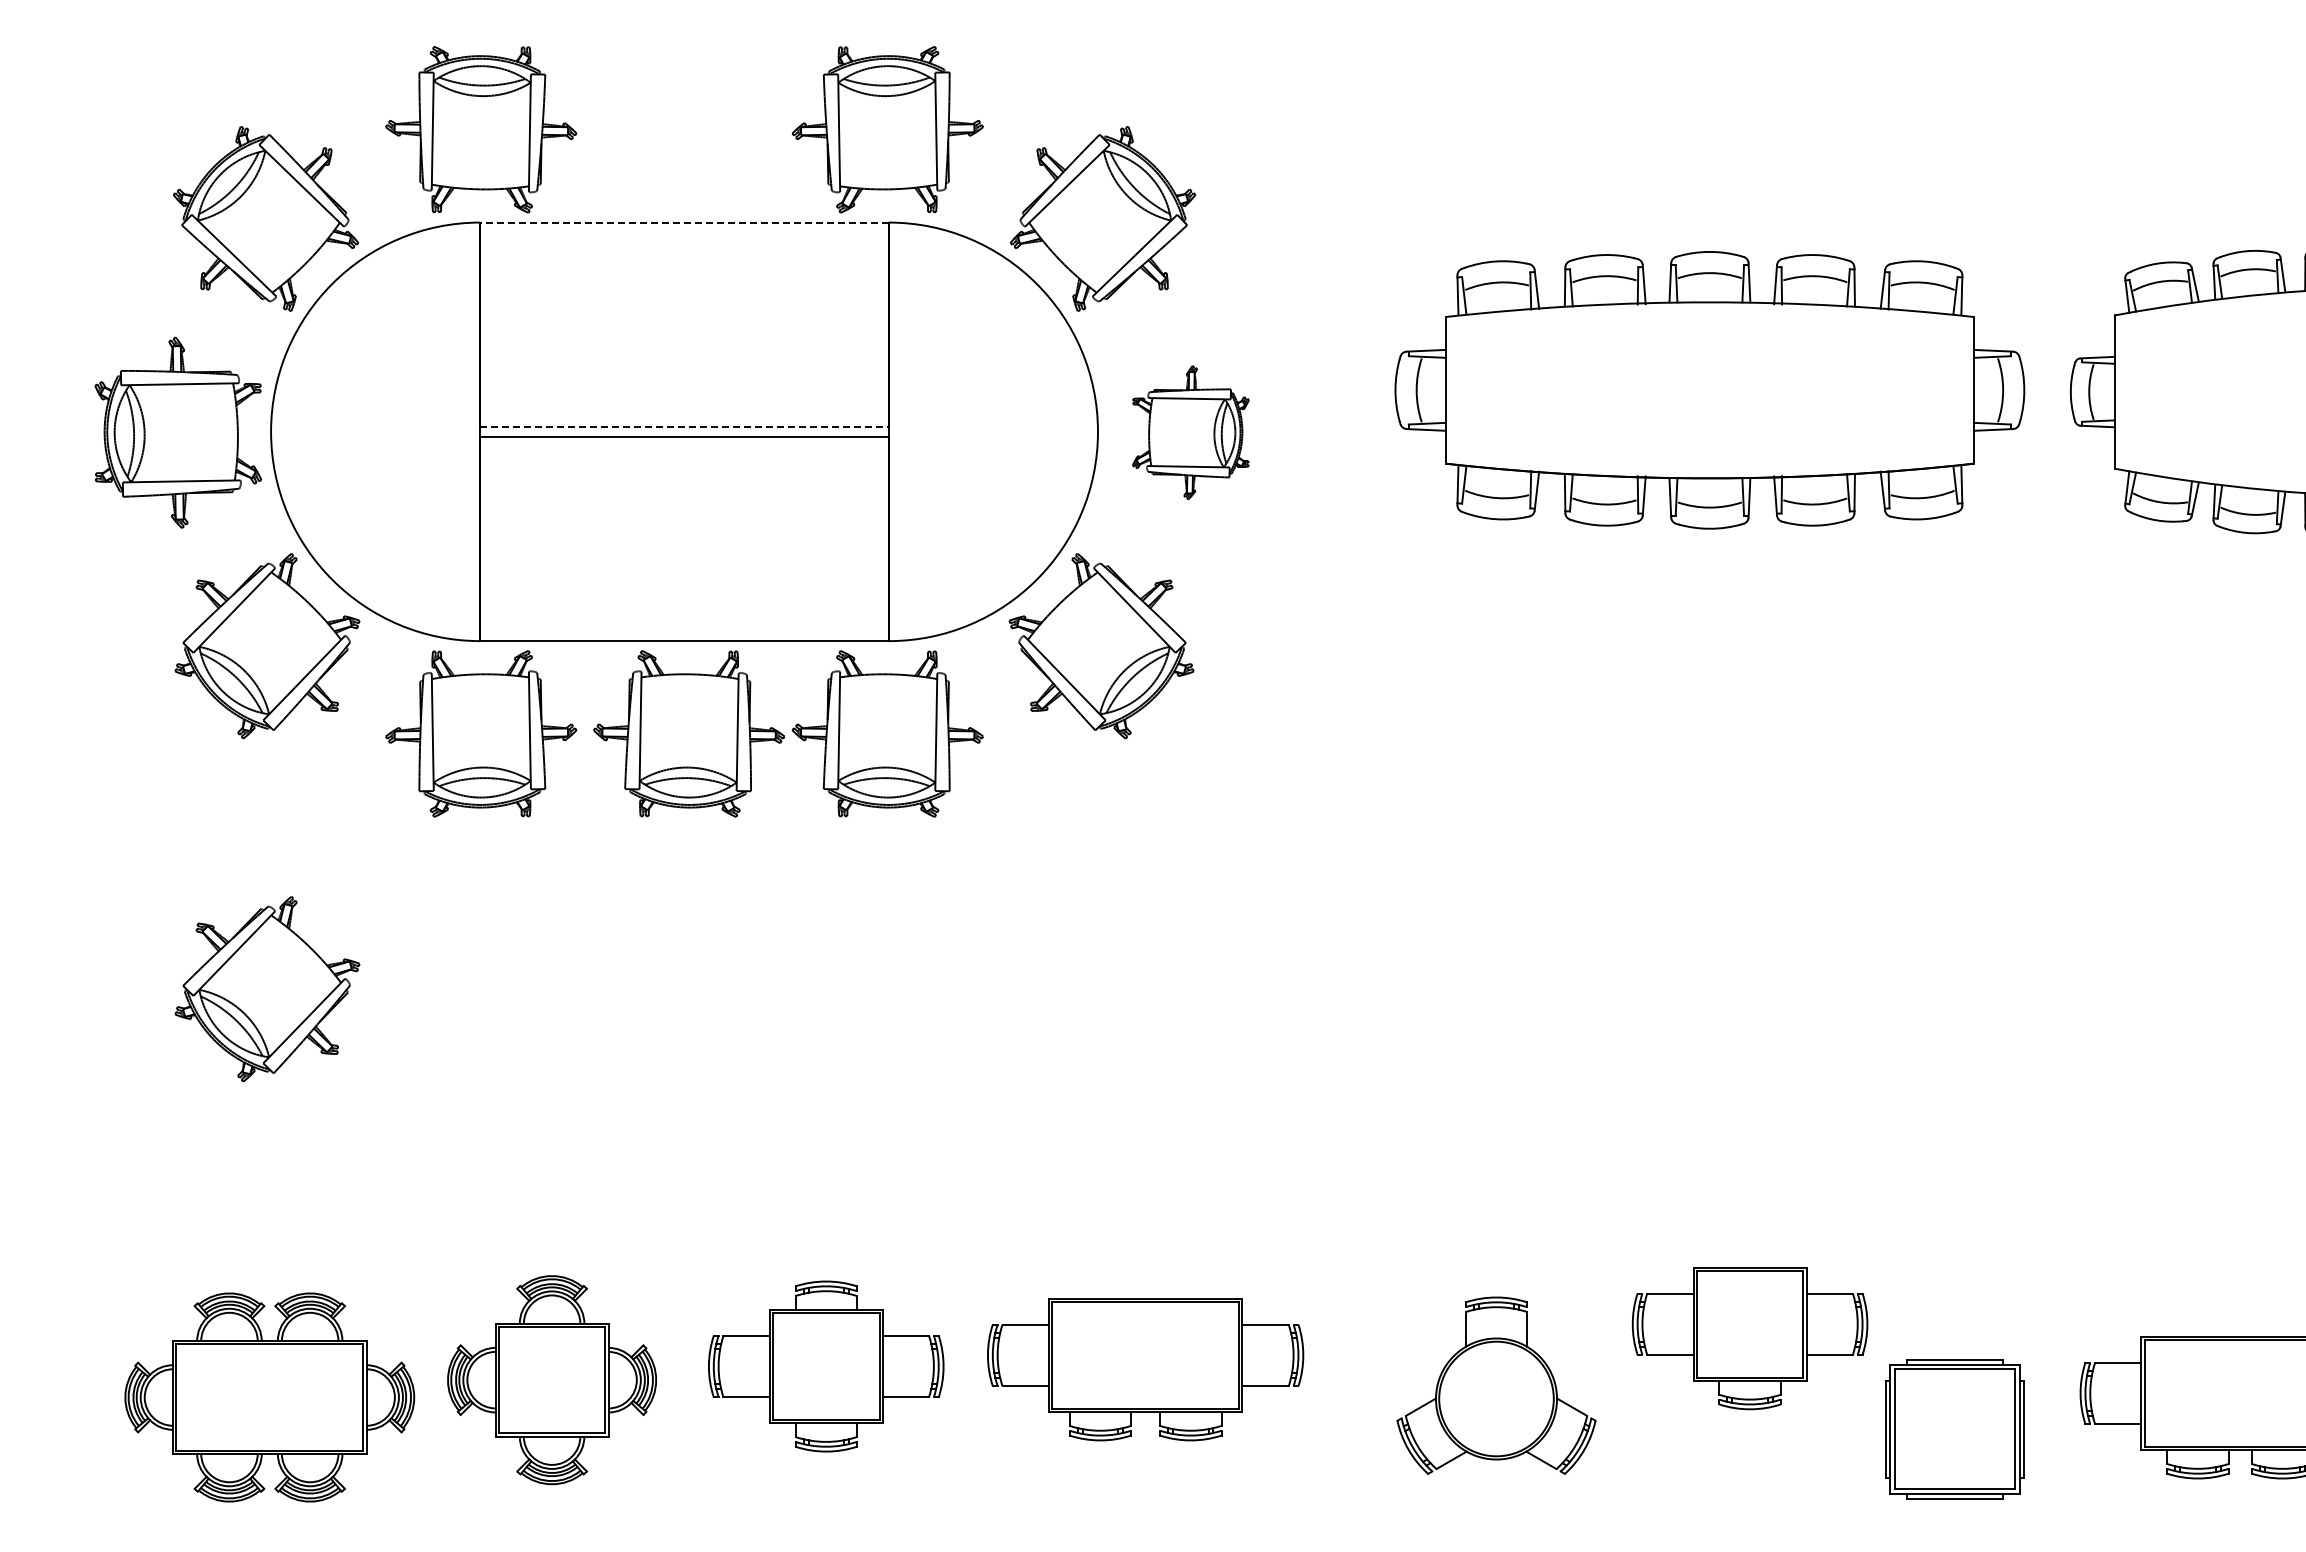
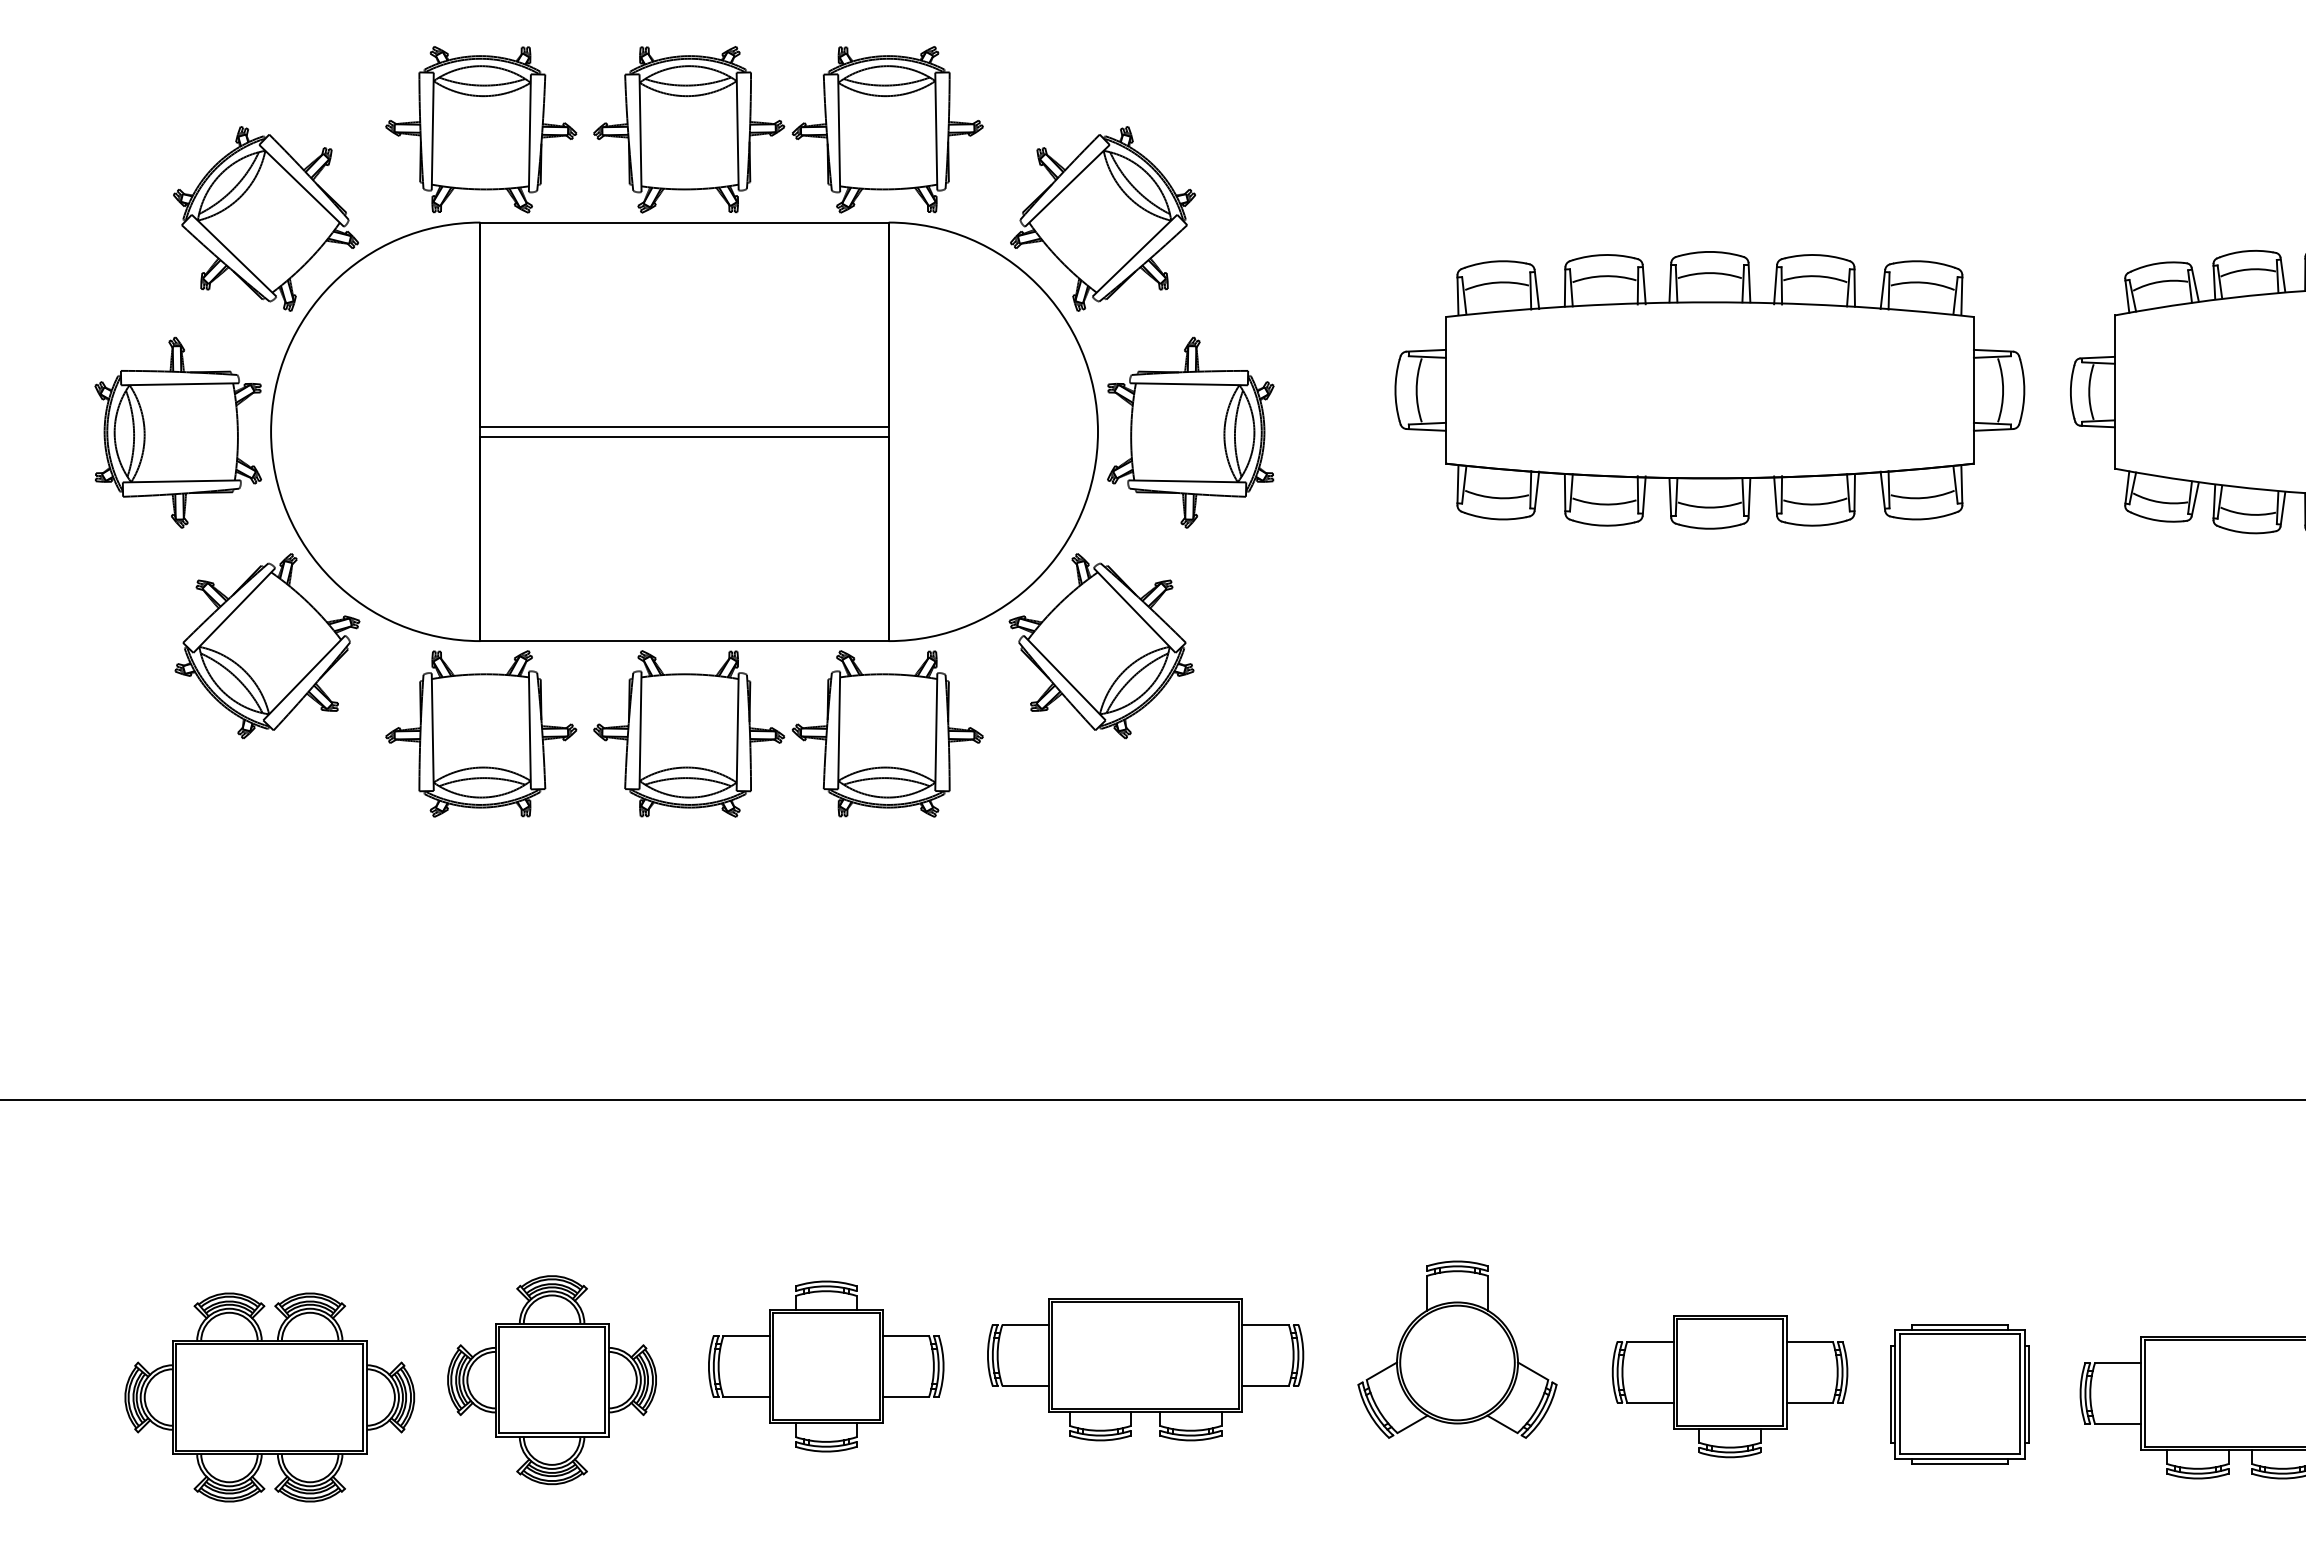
part at (689, 129): none -> present
line at (684, 222): dashed -> solid
line at (685, 426): dashed -> solid
part at (1190, 432) size: 118x135 px -> 168x193 px
part at (267, 989): present -> none
line at (1152, 1100): none -> present
part at (1749, 1338) position: (1749, 1338) -> (1729, 1386)
part at (1496, 1385) position: (1496, 1385) -> (1457, 1349)
part at (1954, 1429) position: (1954, 1429) -> (1959, 1394)
